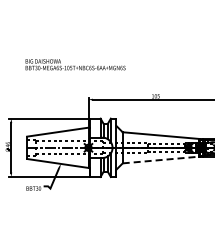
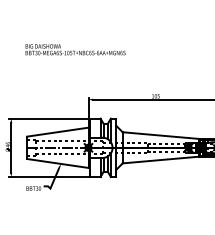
text at (75, 64) position: (75, 64) -> (75, 49)
line at (161, 159): dashed -> solid
